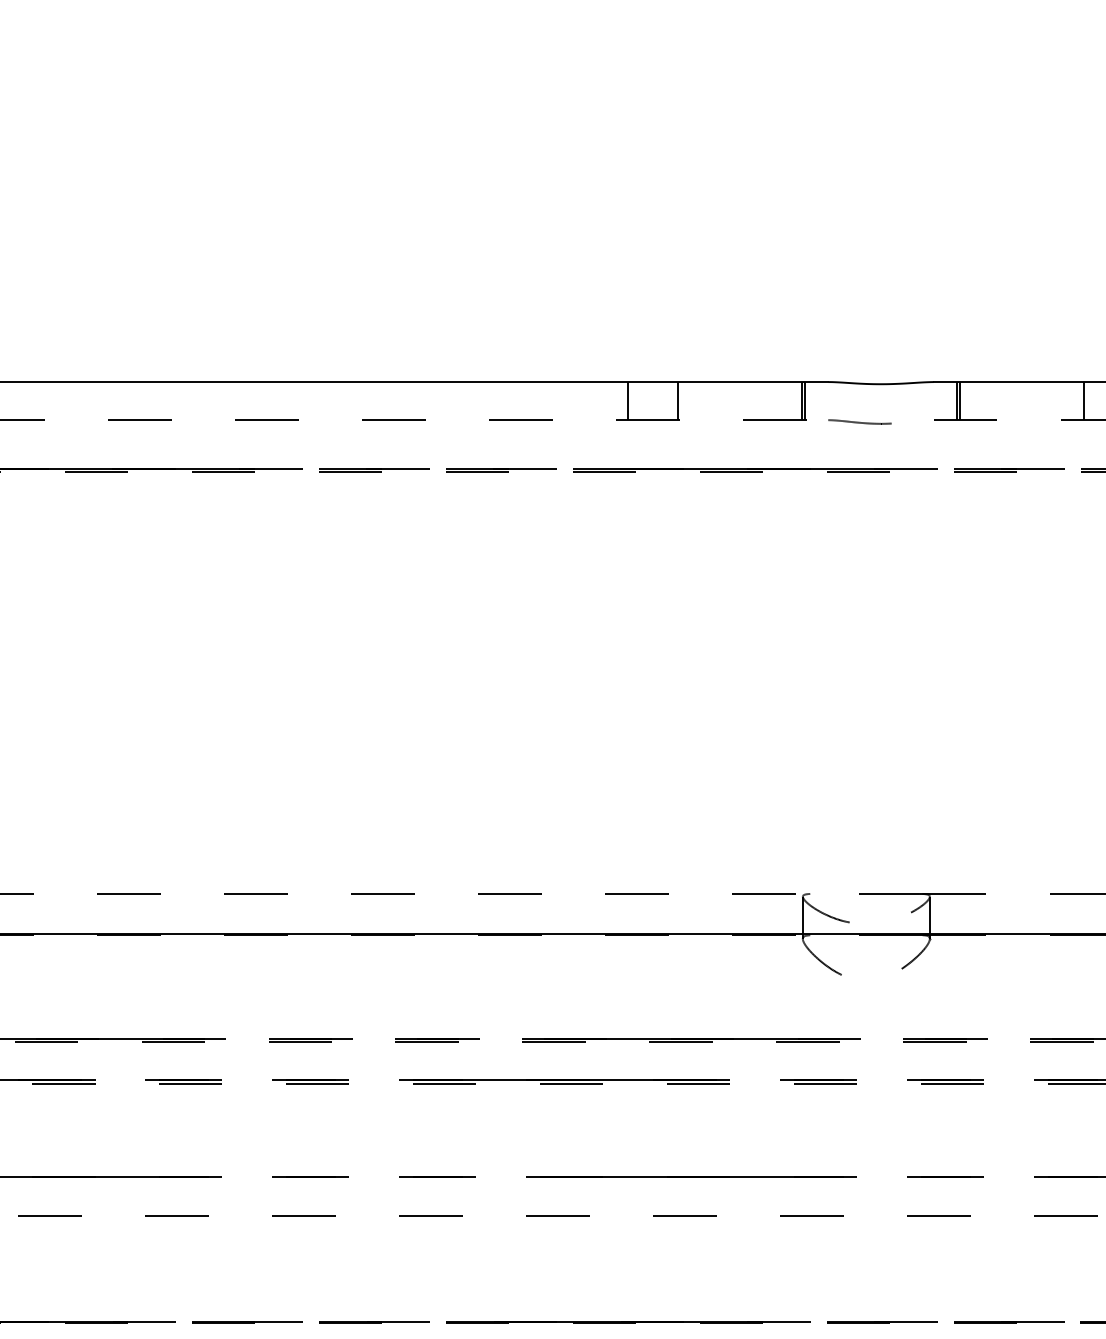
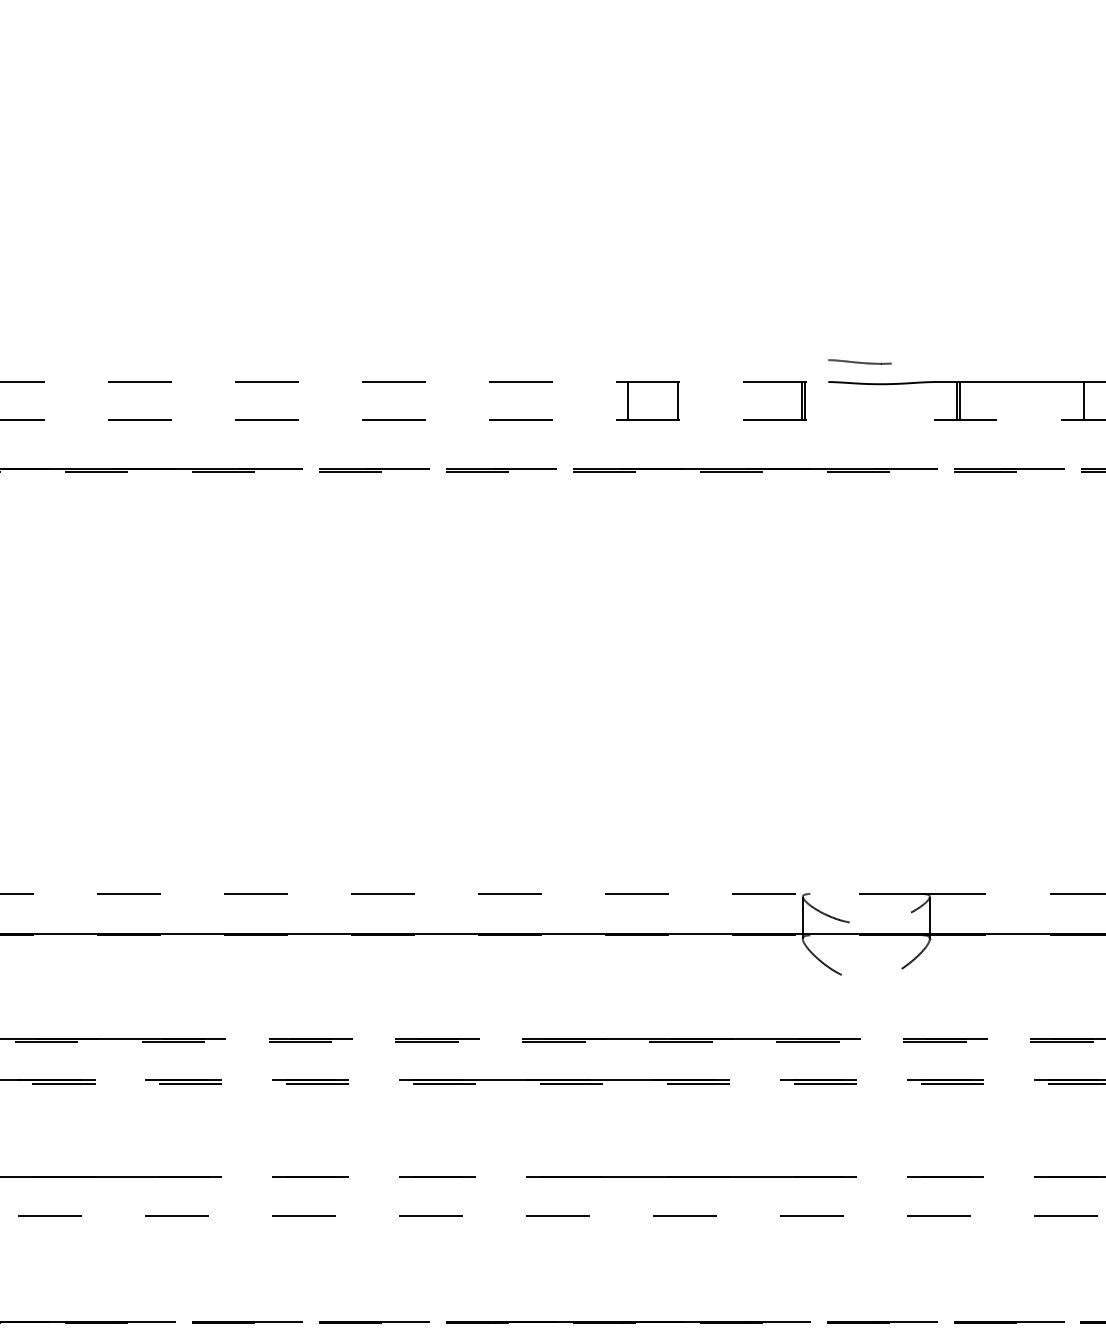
line at (414, 382): solid -> dashed
line at (859, 421) position: (859, 421) -> (859, 361)
